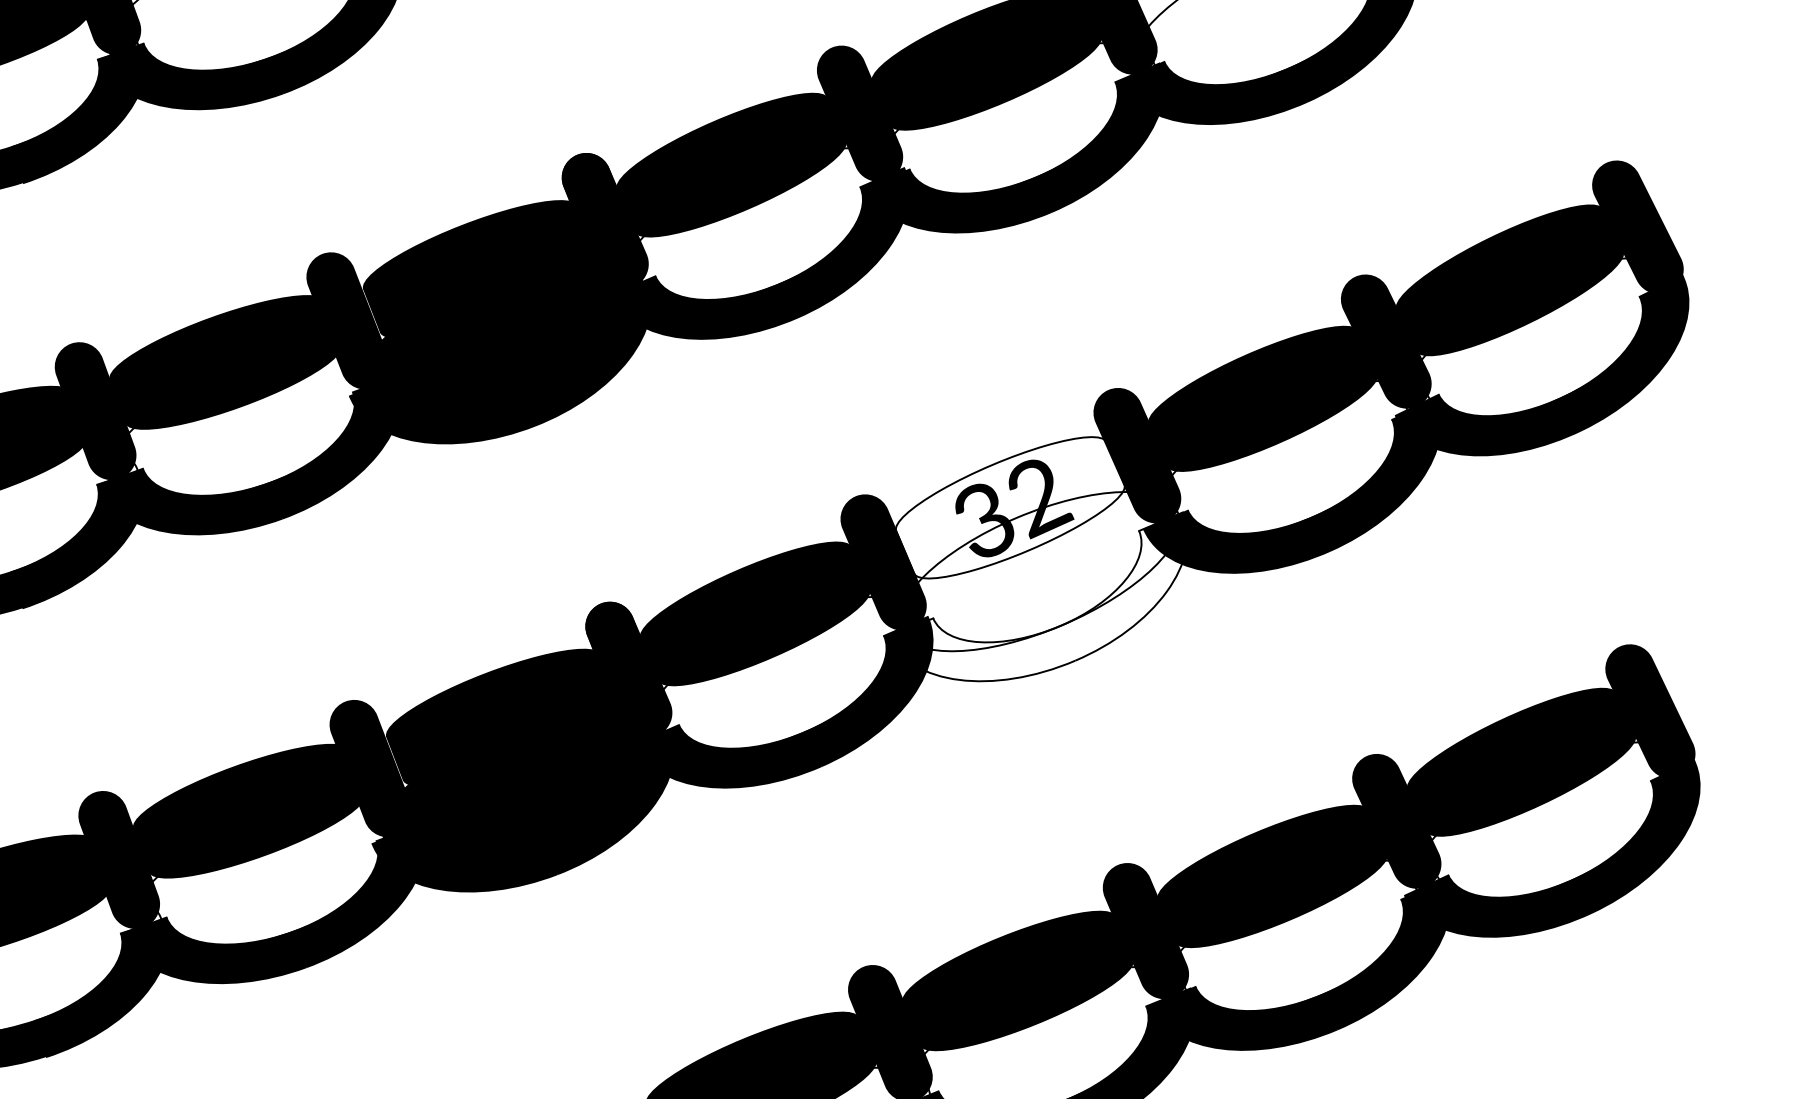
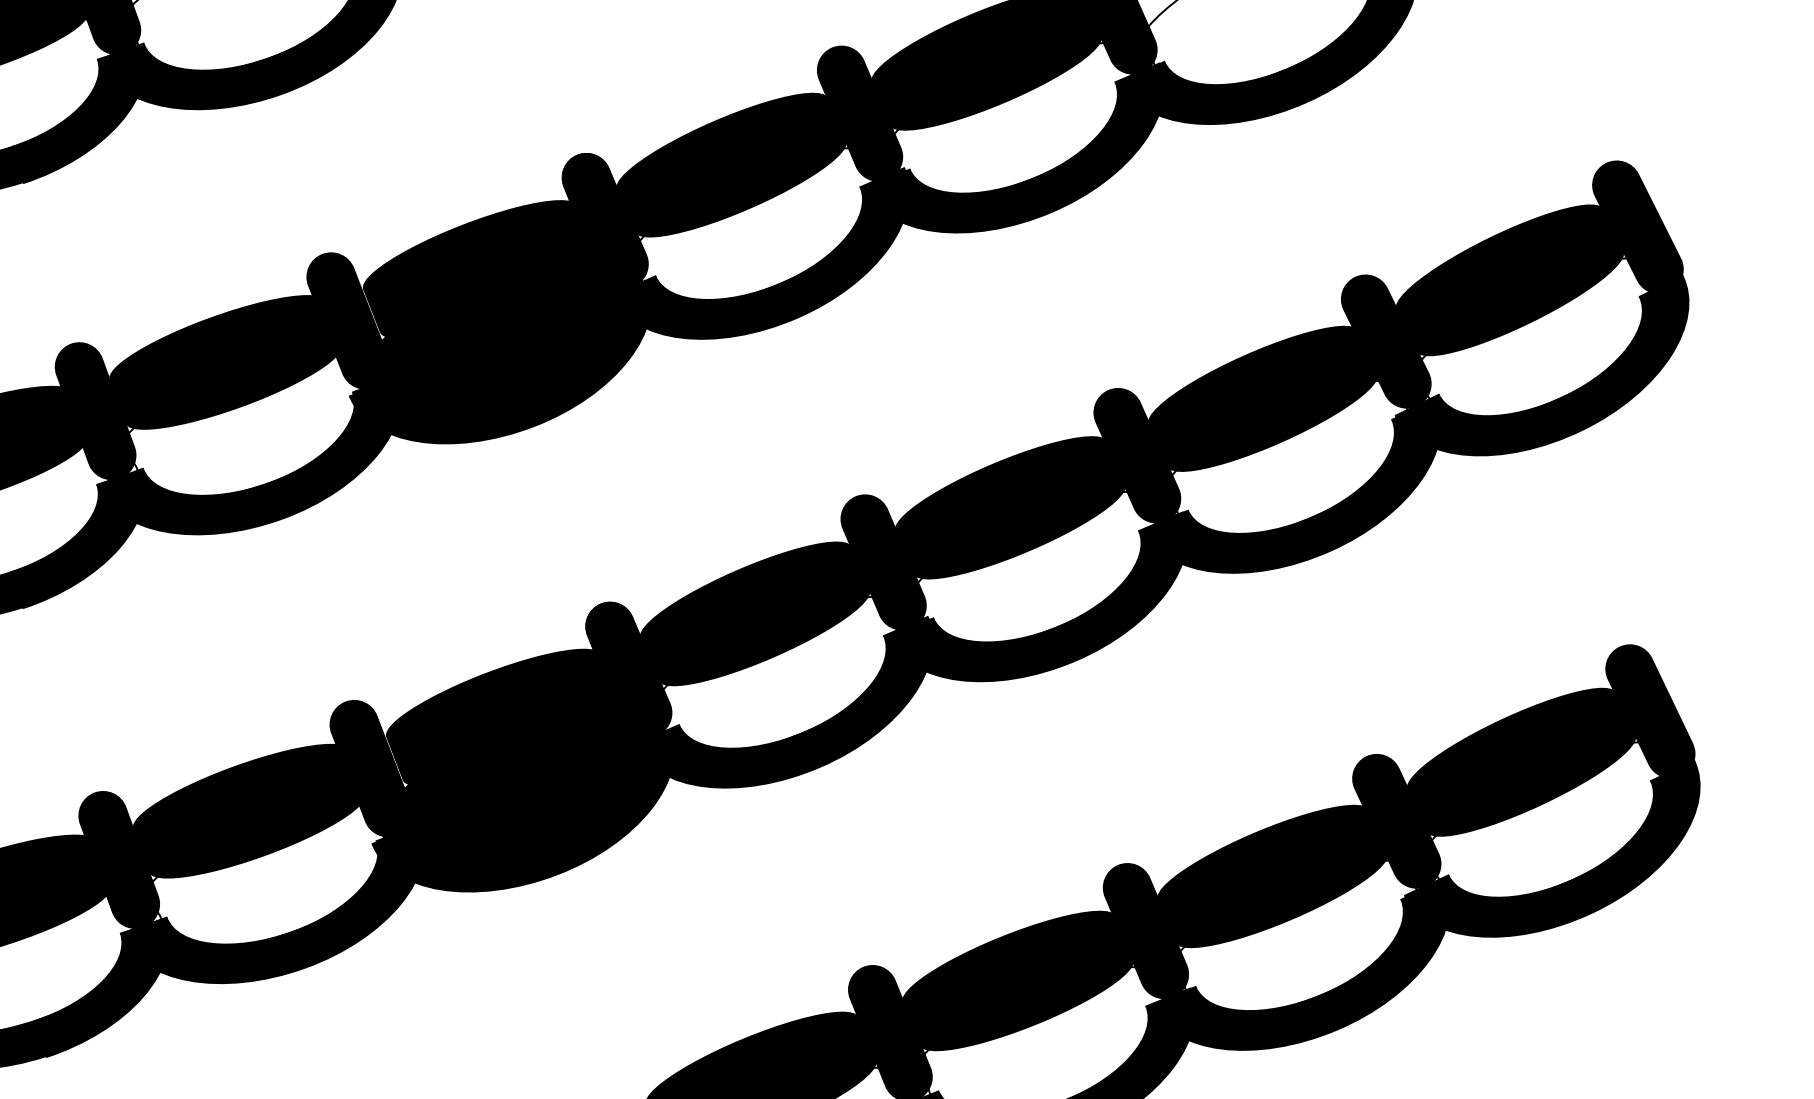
fill at (1009, 507): none -> present
fill at (1038, 596): none -> present
